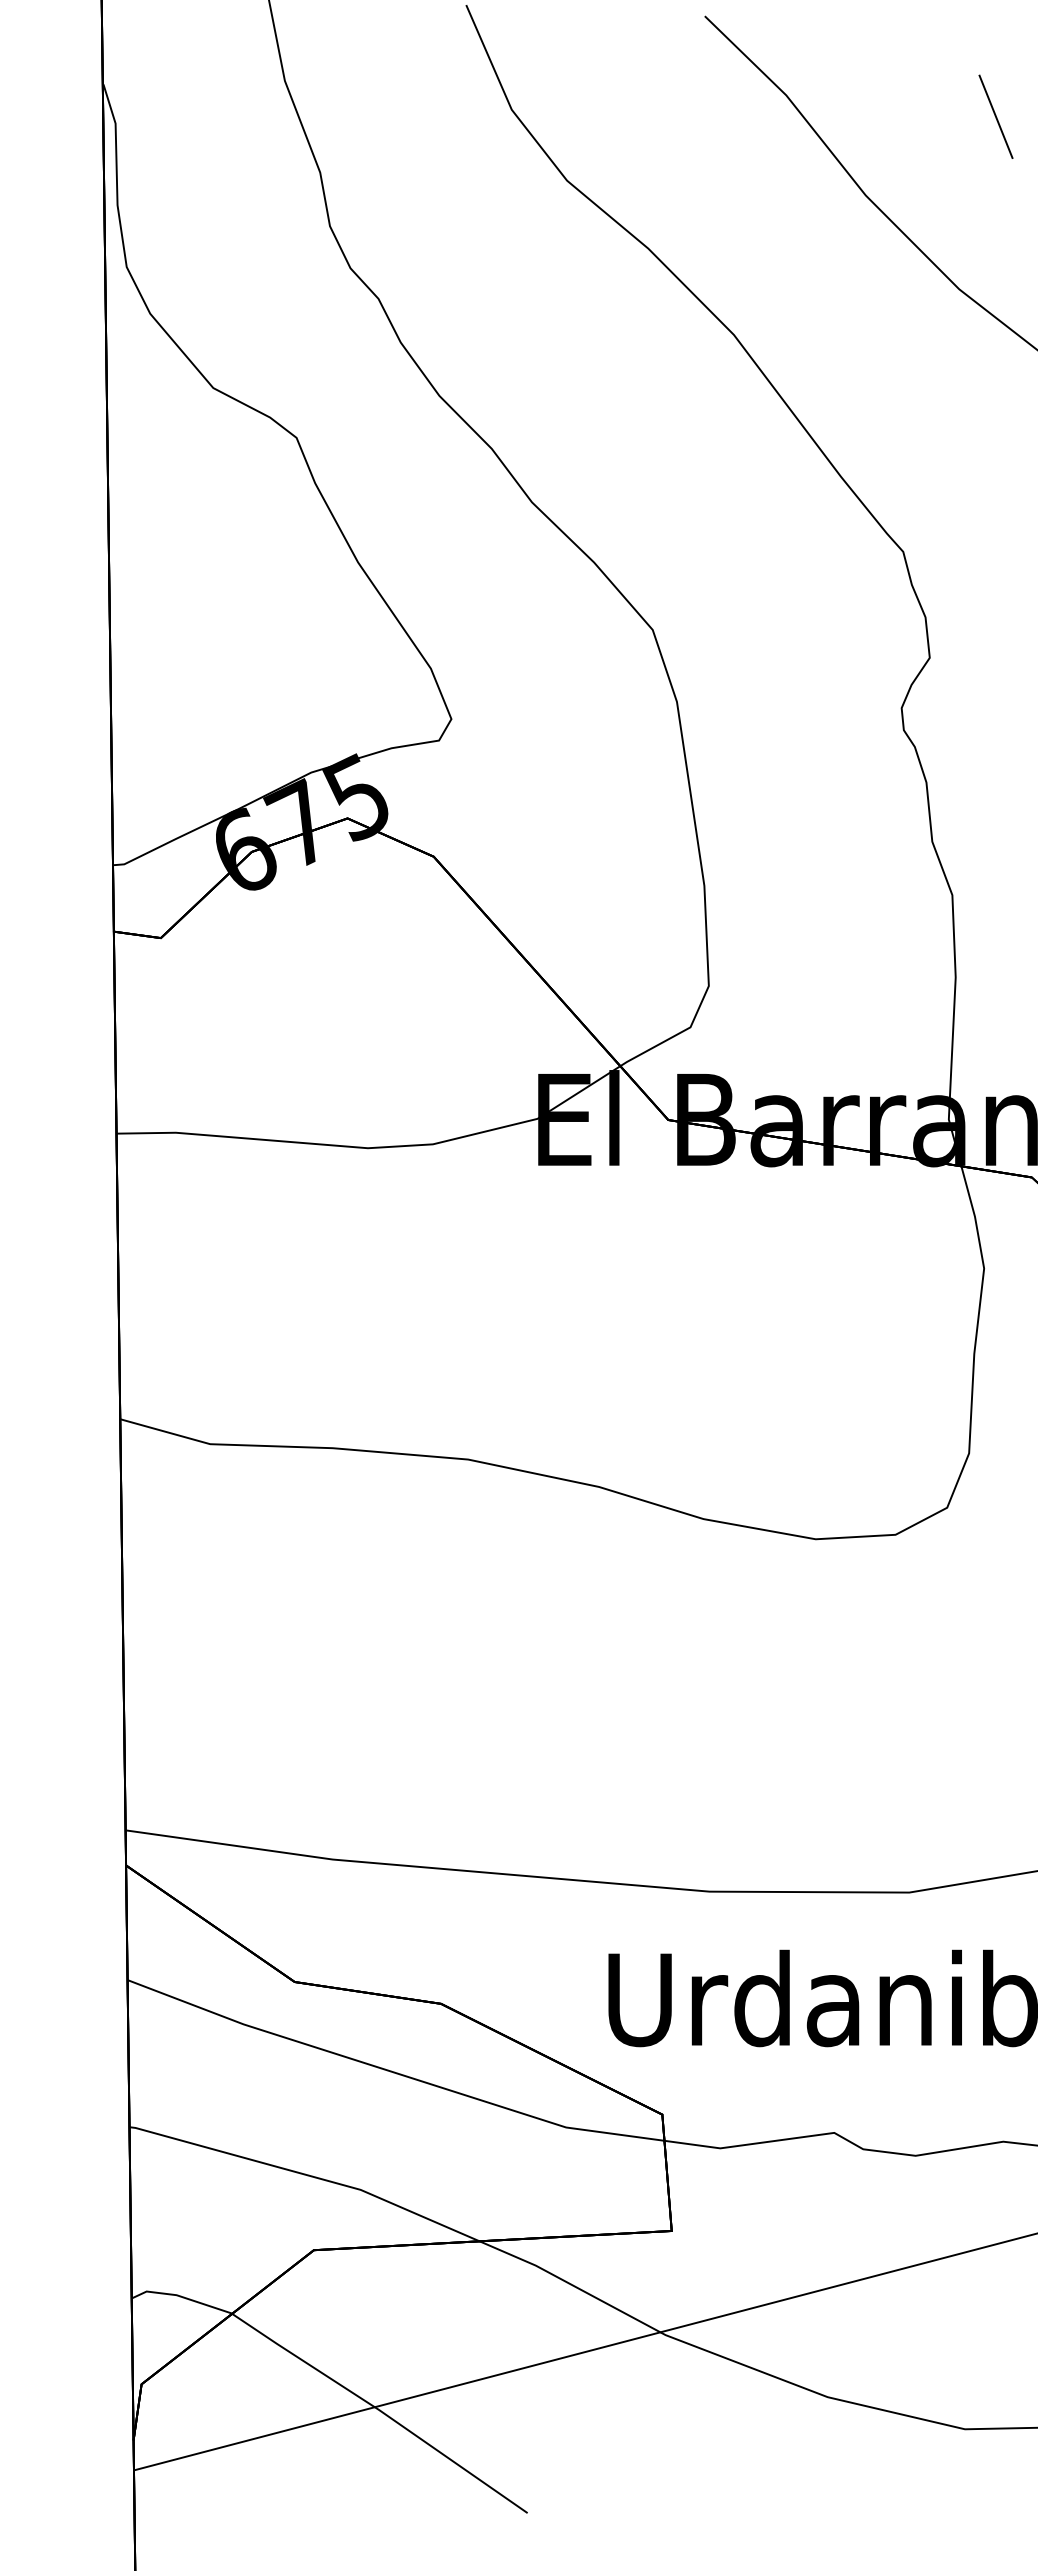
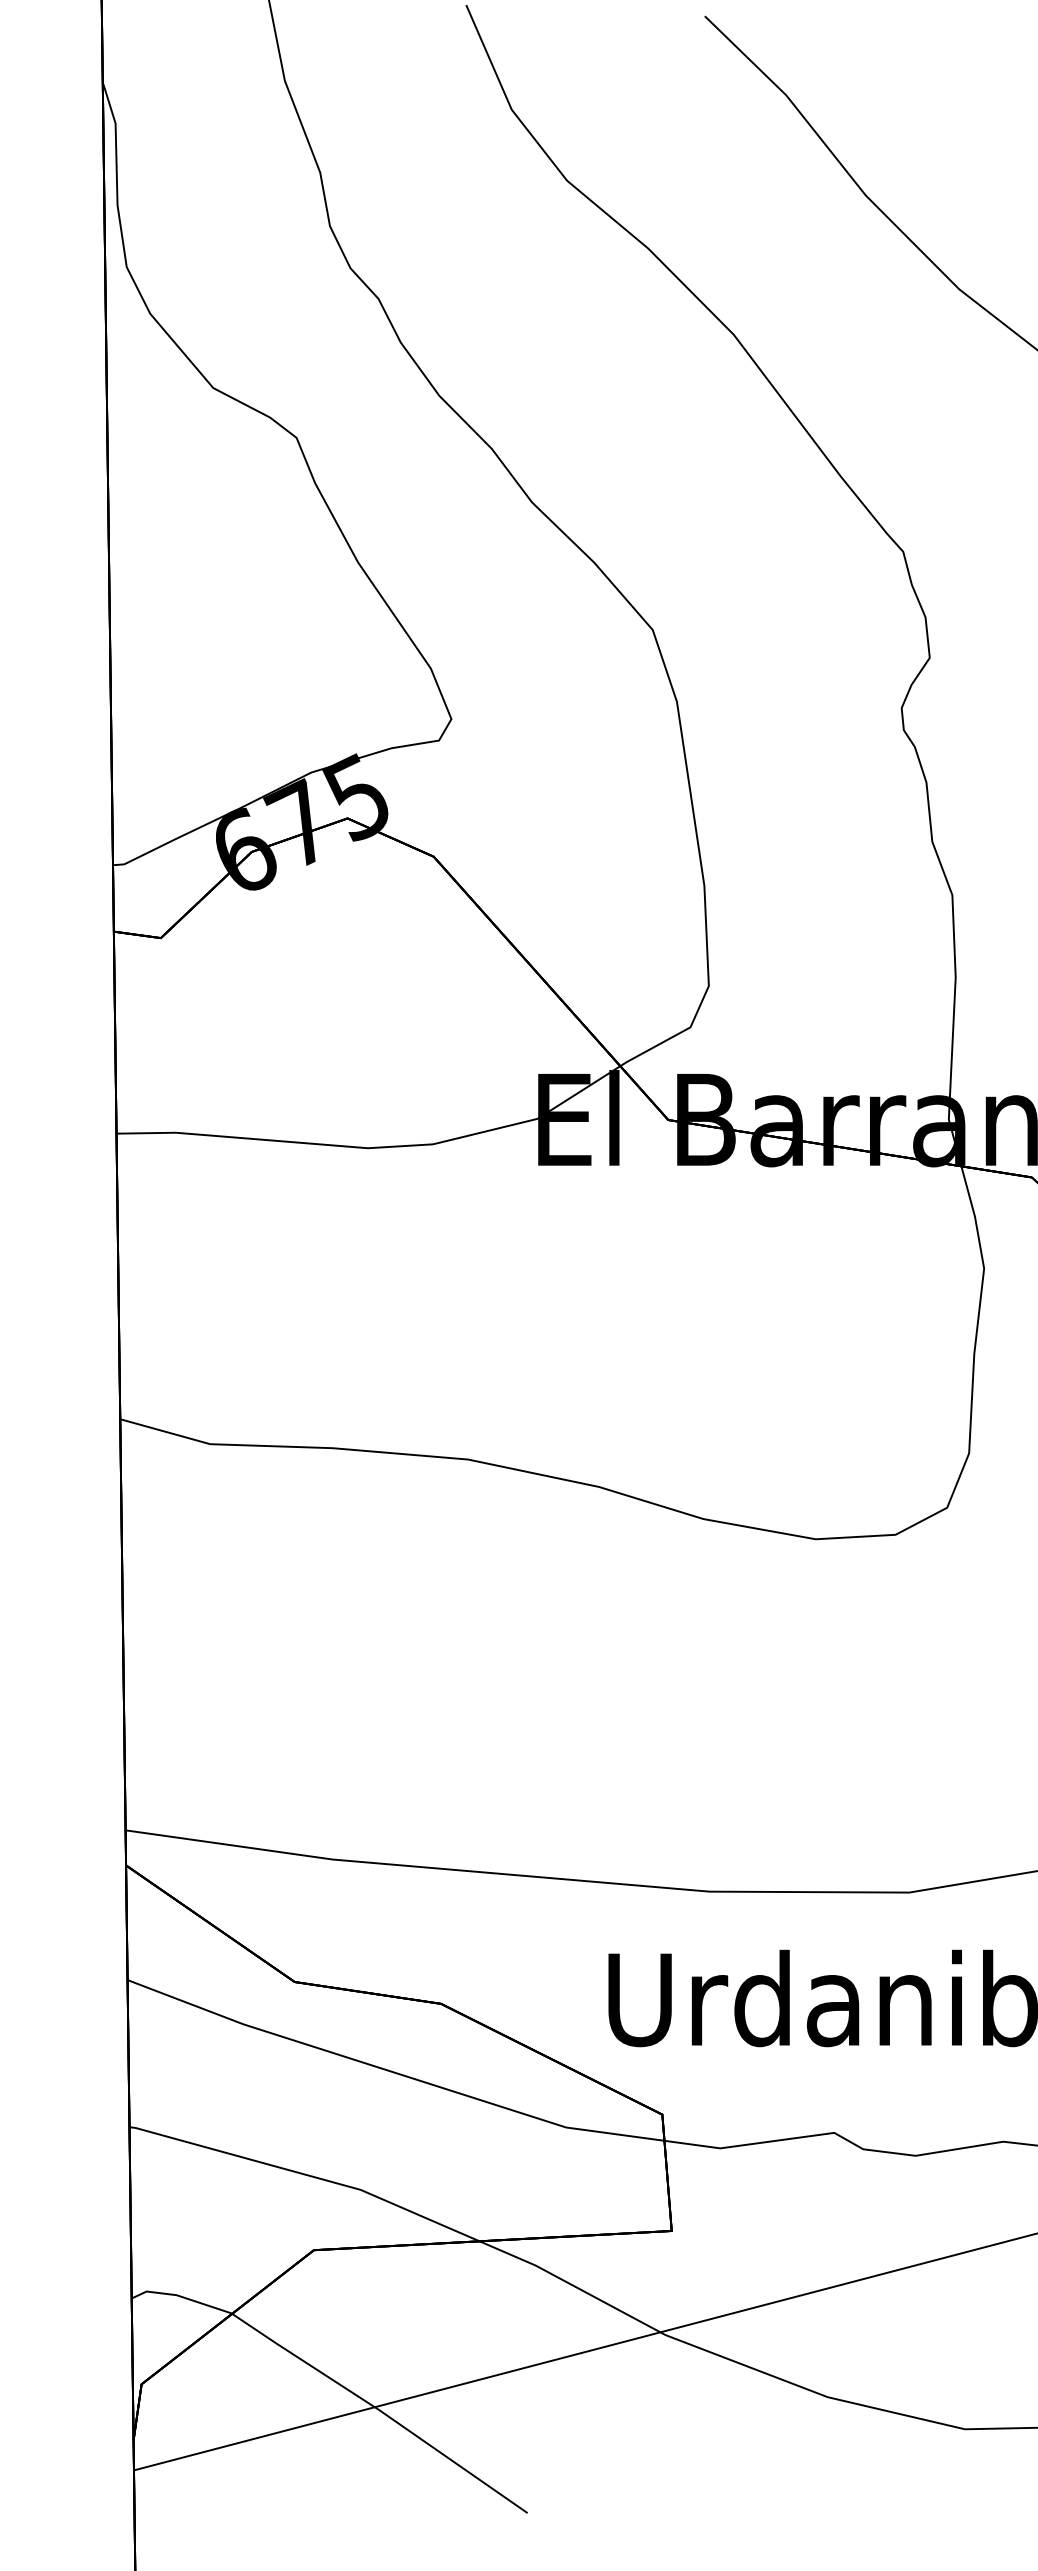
line at (995, 116): present -> none
